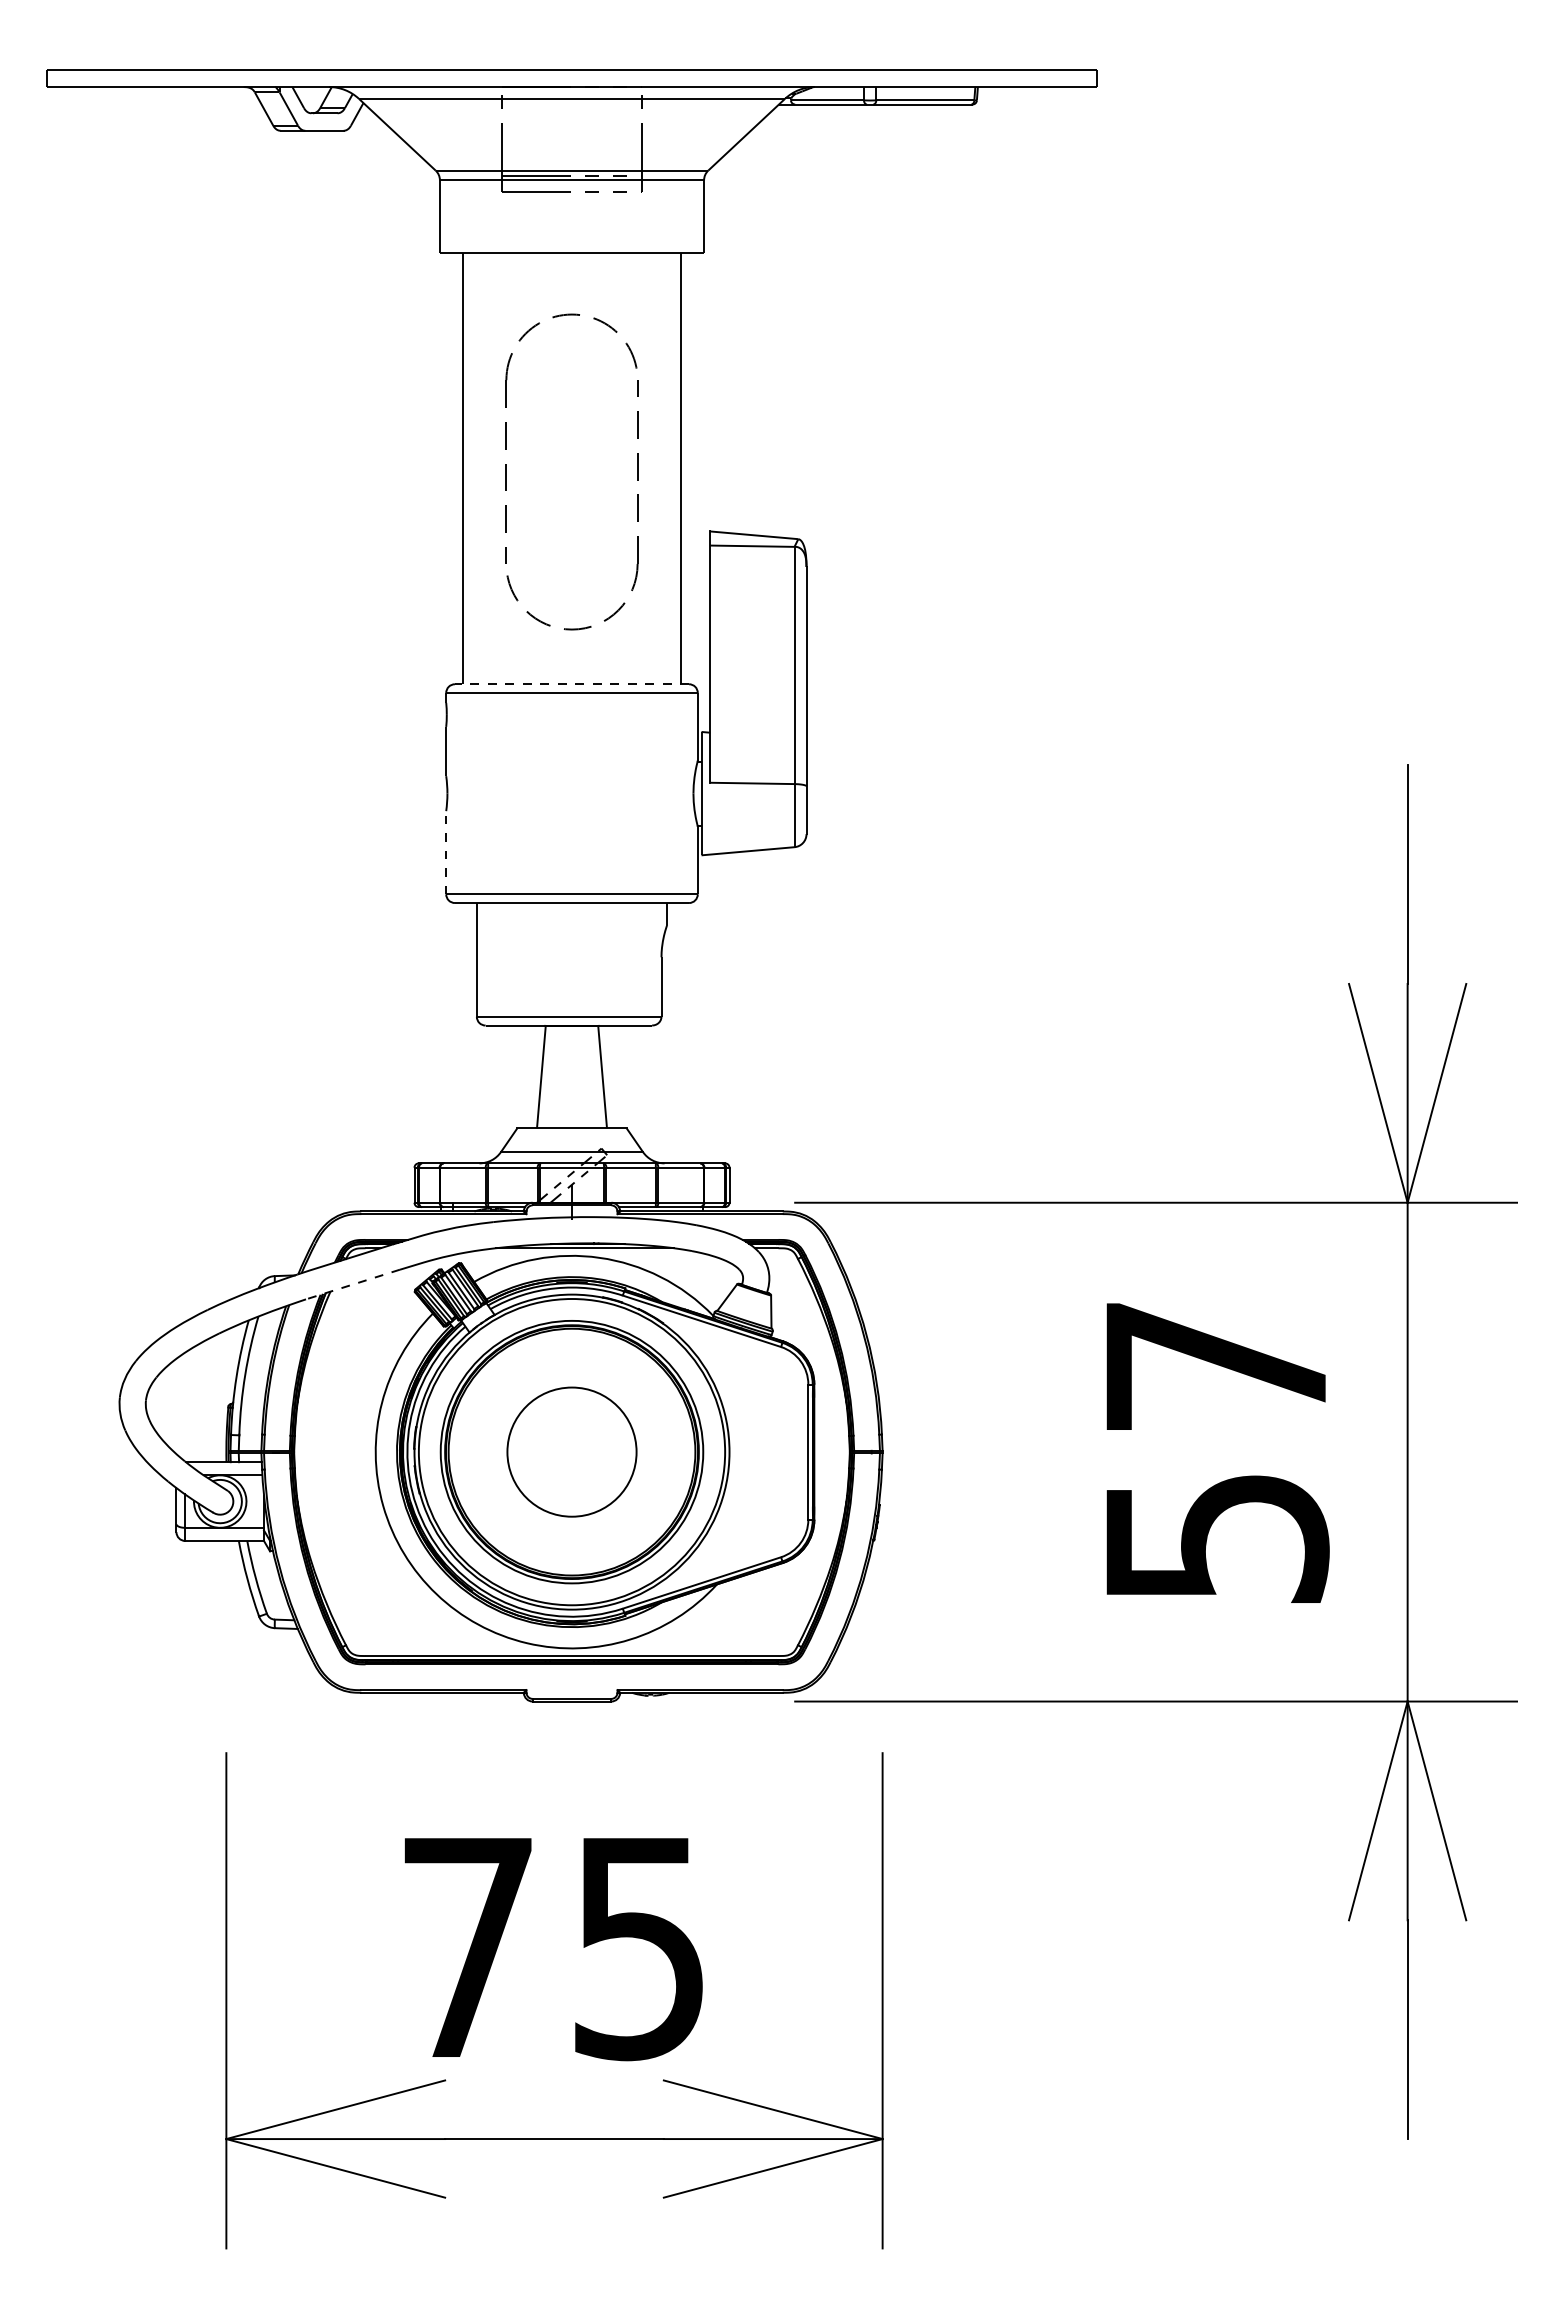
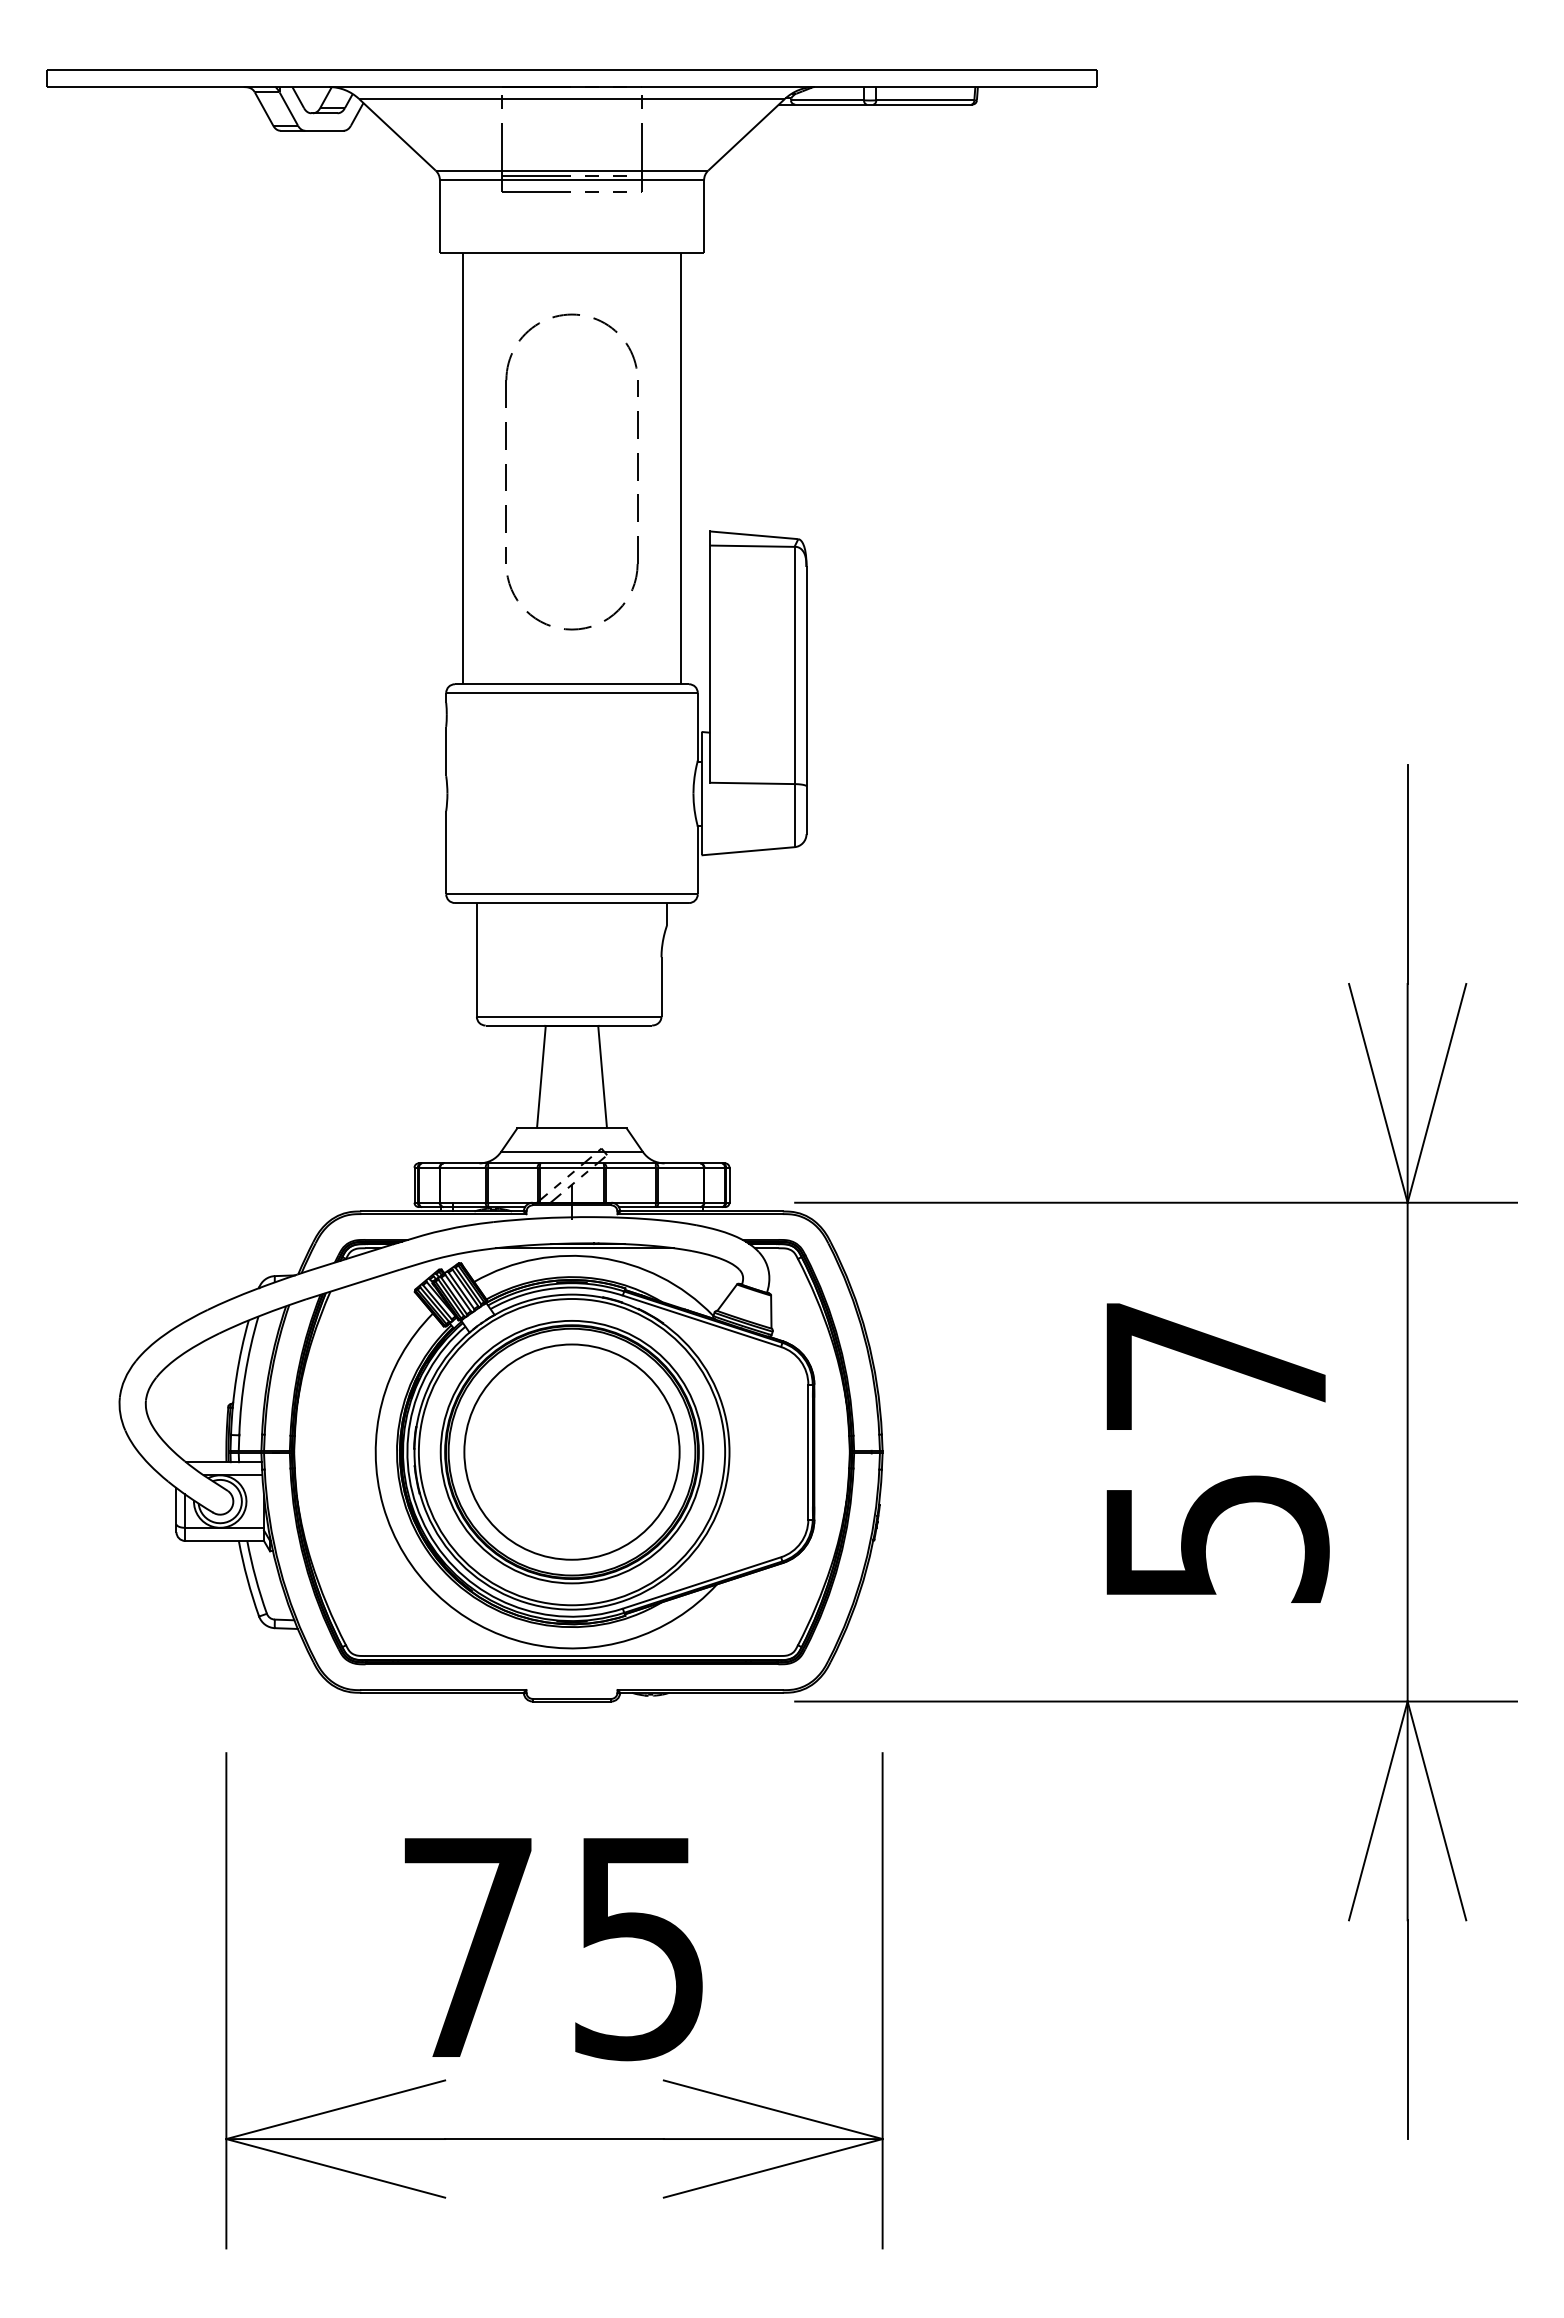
line at (571, 684): dashed -> solid
line at (446, 852): dashed -> solid
line at (352, 1284): dashed -> solid
circle at (571, 1451) diameter: 129 px -> 215 px
